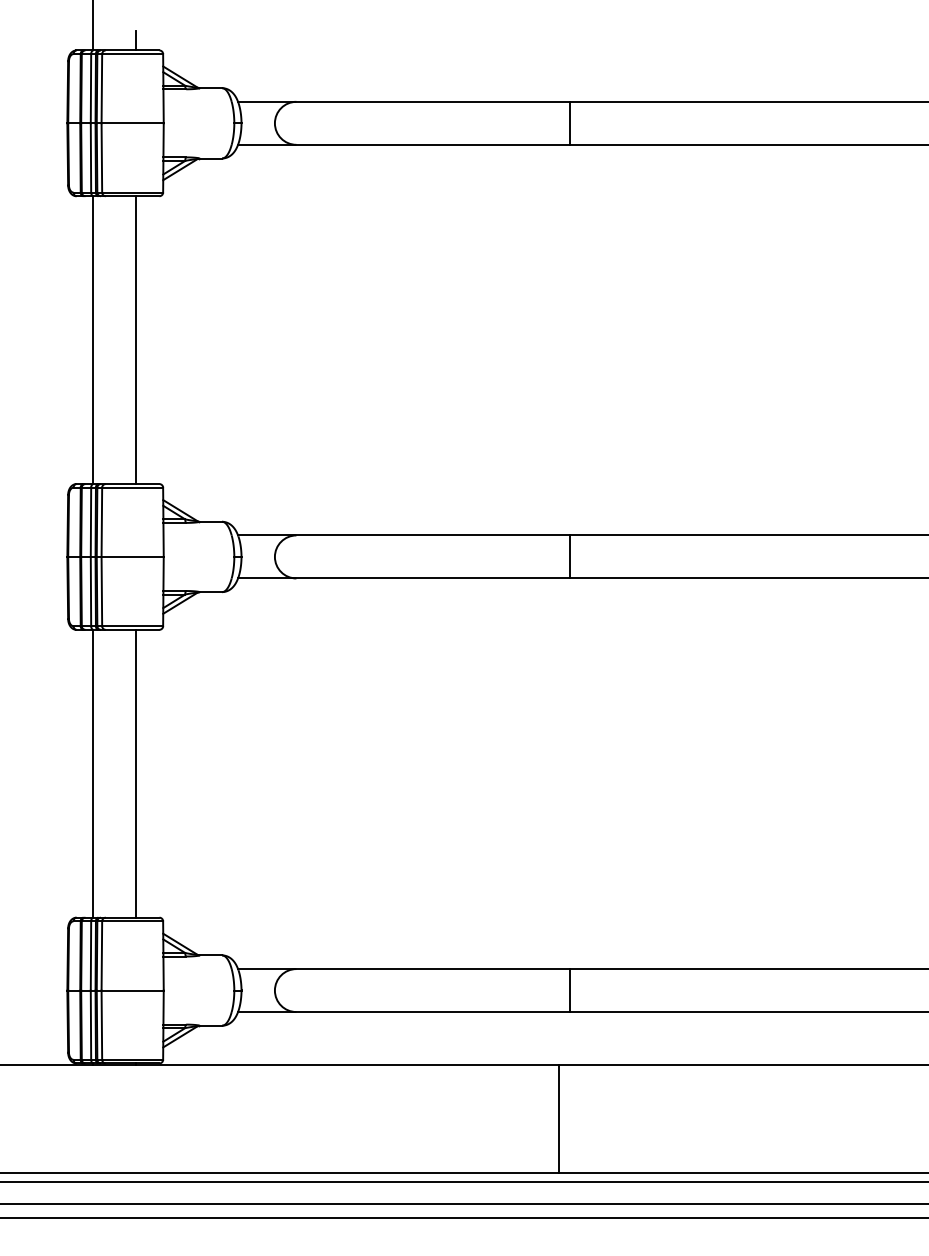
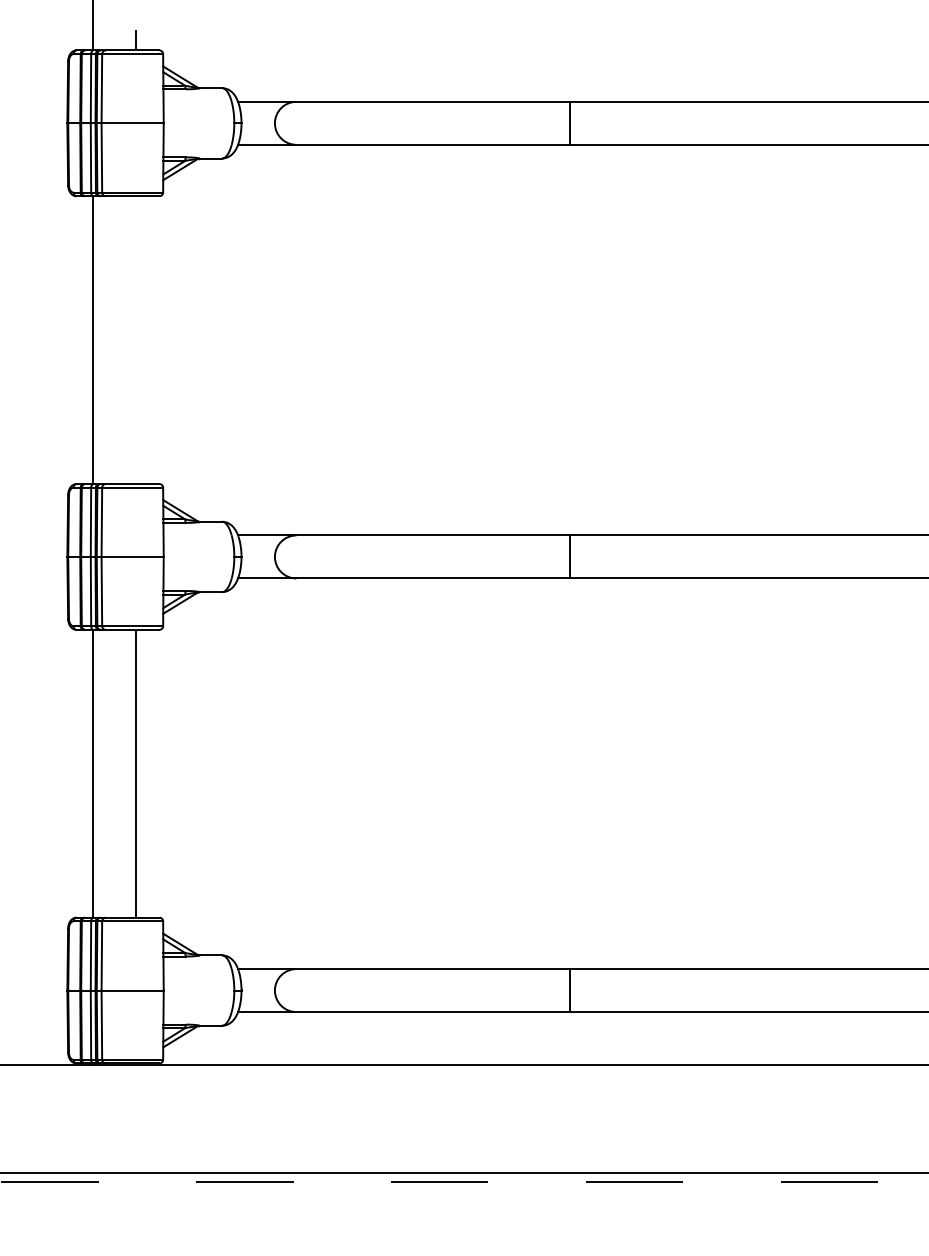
line at (135, 340): present -> none
line at (559, 1118): present -> none
line at (464, 1182): solid -> dashed
line at (463, 1203): present -> none
line at (463, 1218): present -> none
